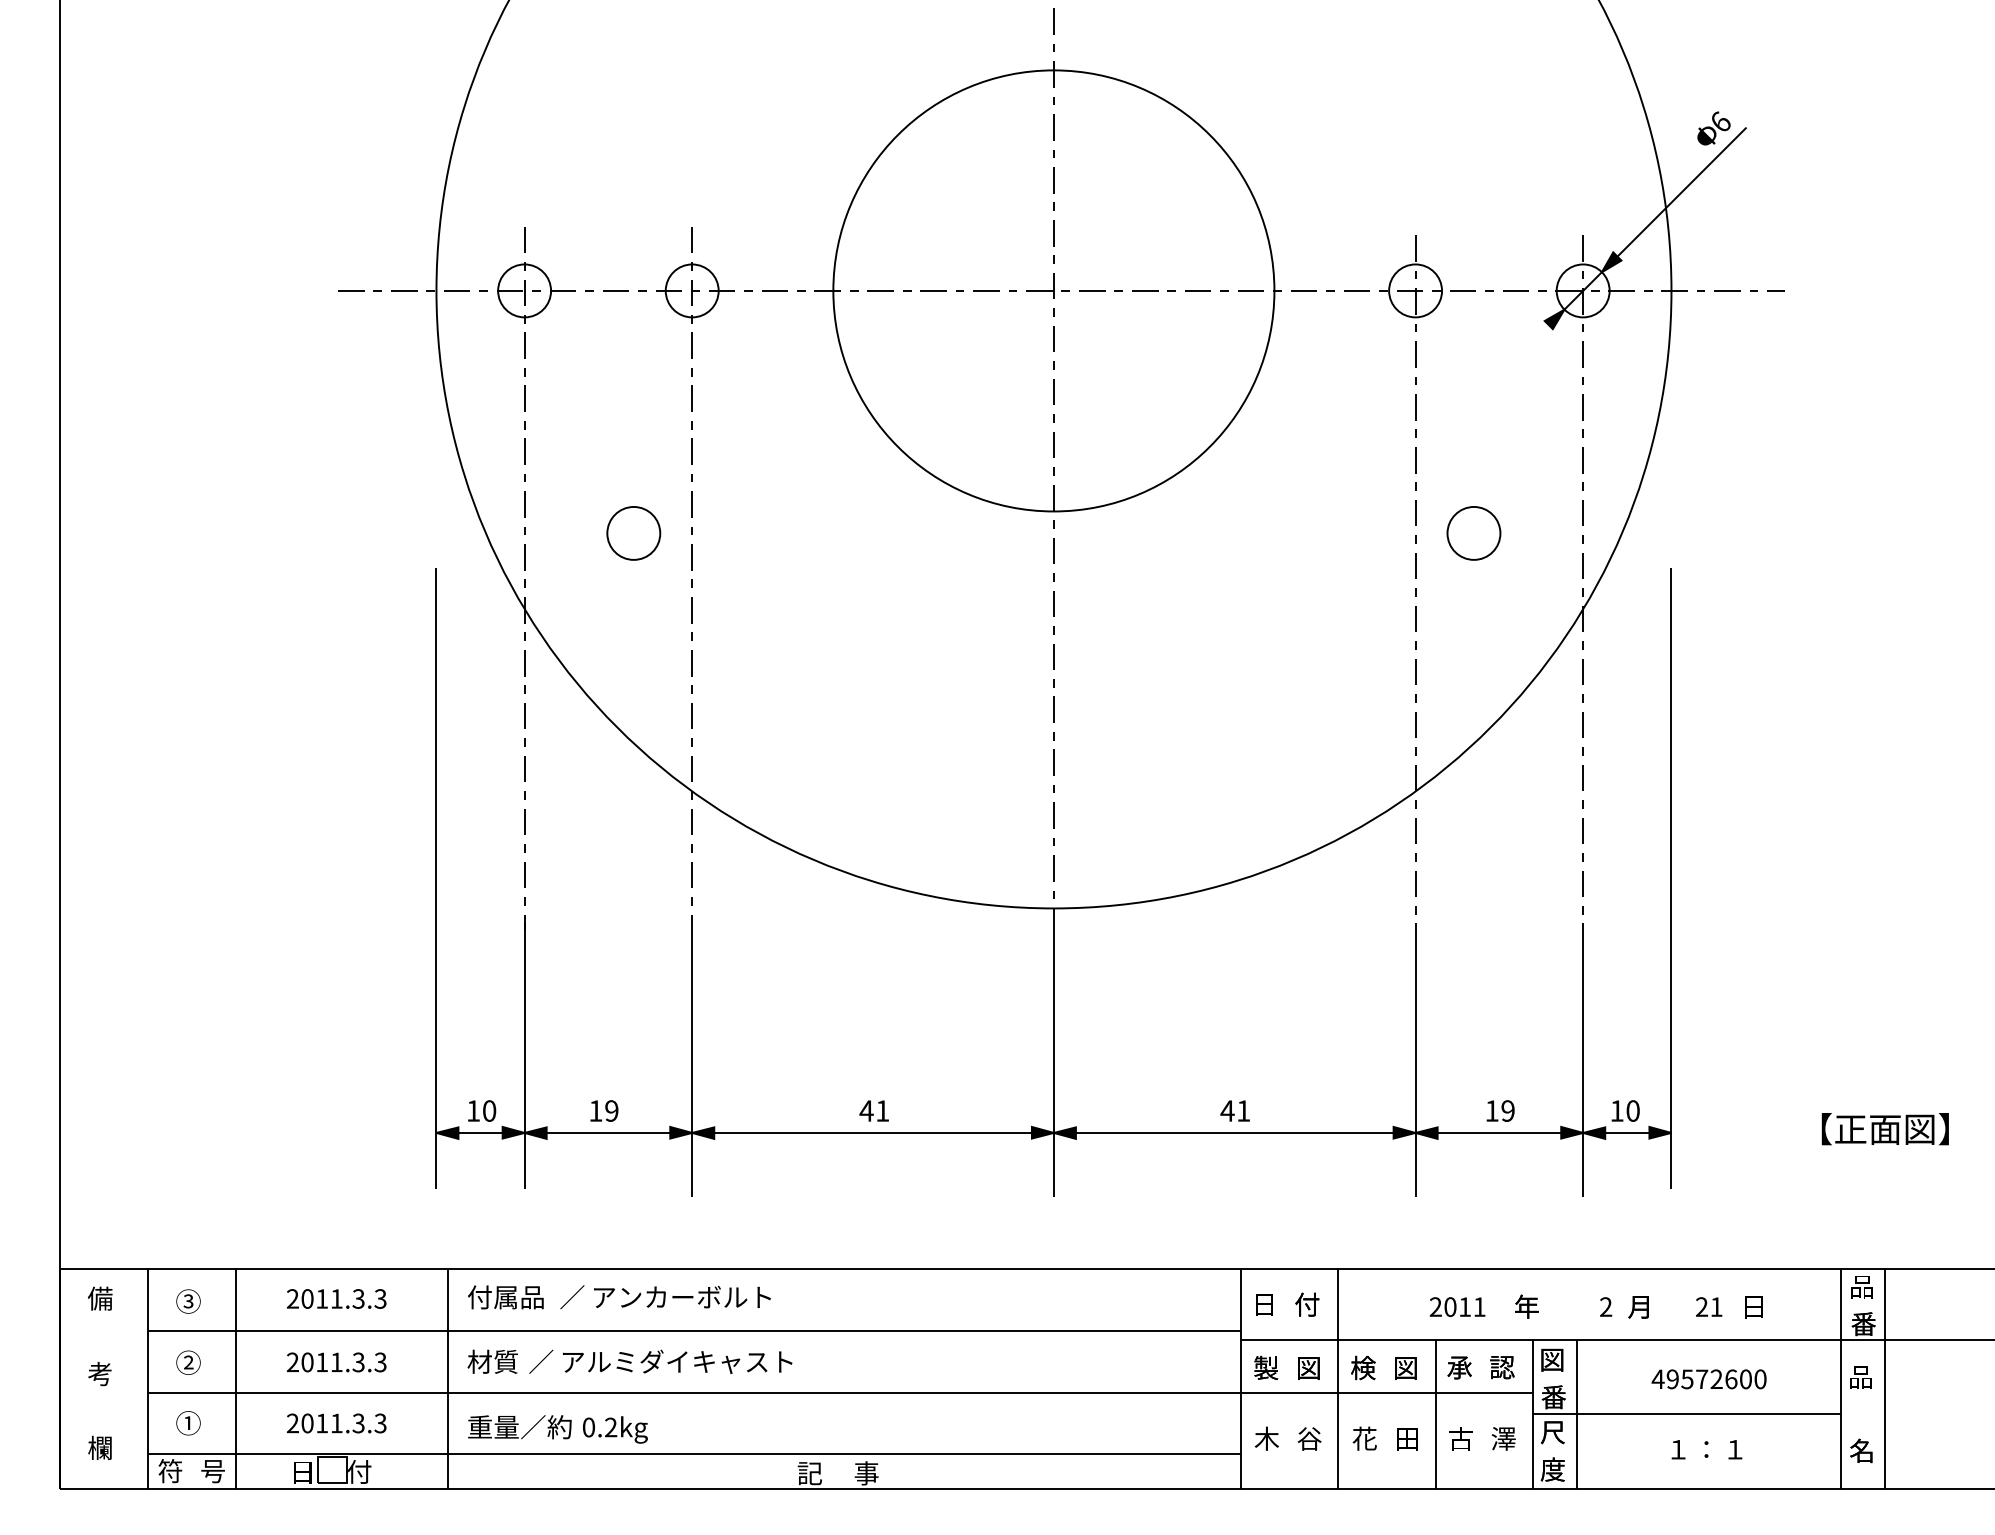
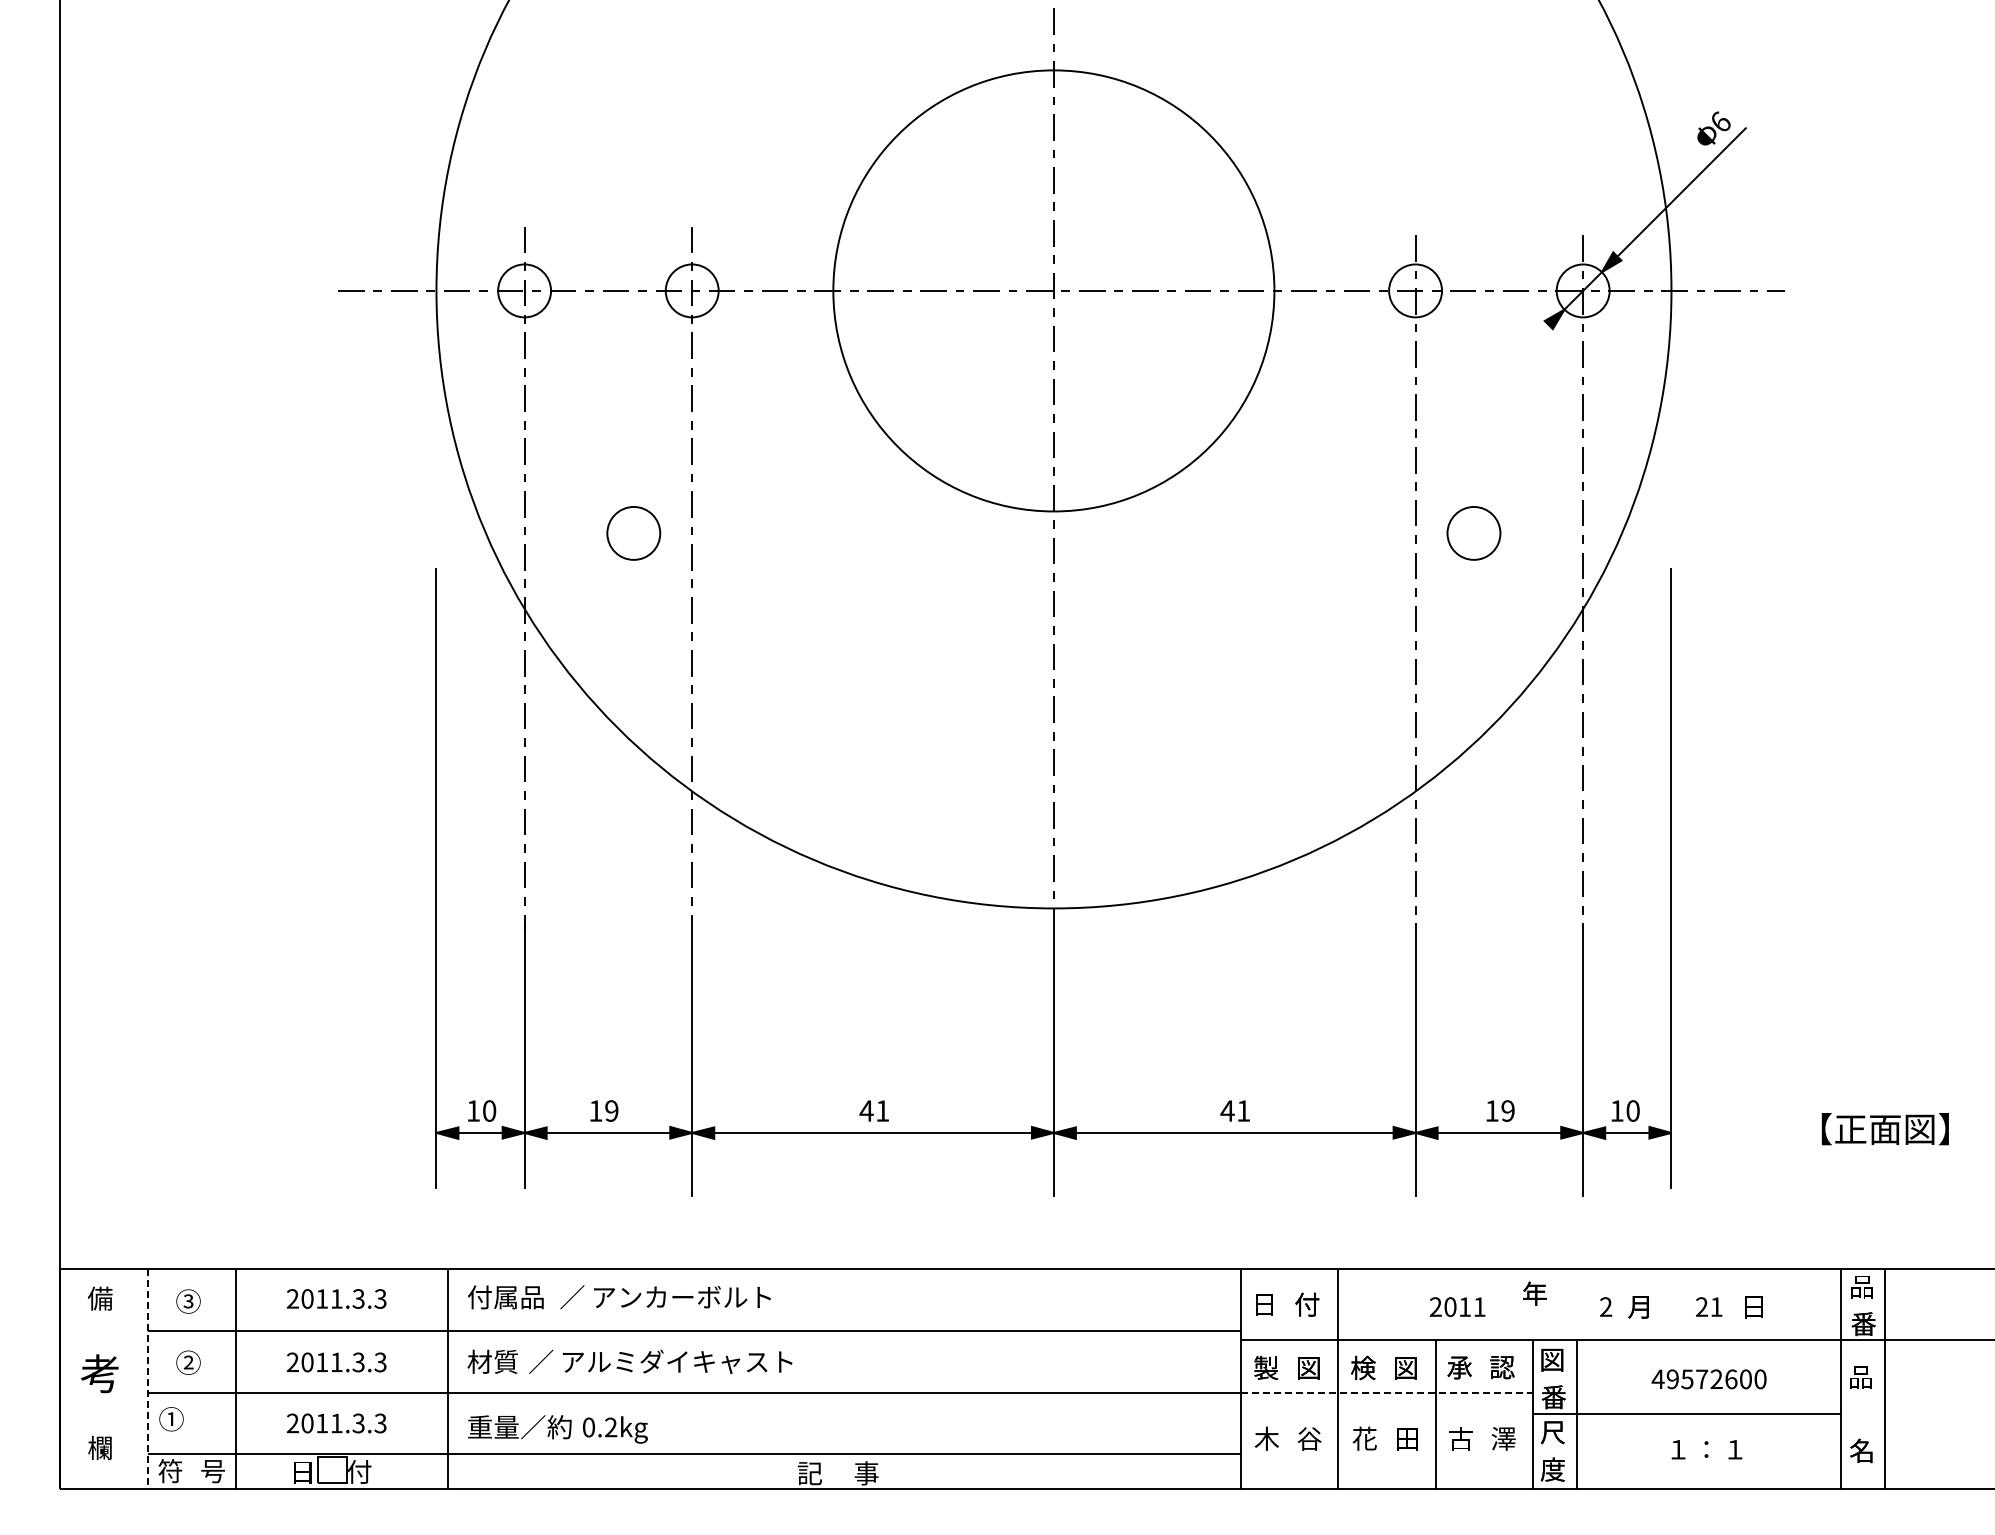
text at (1526, 1306) position: (1526, 1306) -> (1534, 1293)
part at (99, 1374) size: 24x25 px -> 39x40 px
line at (147, 1379): solid -> dashed
line at (1387, 1392): solid -> dashed
part at (188, 1423) position: (188, 1423) -> (171, 1419)
